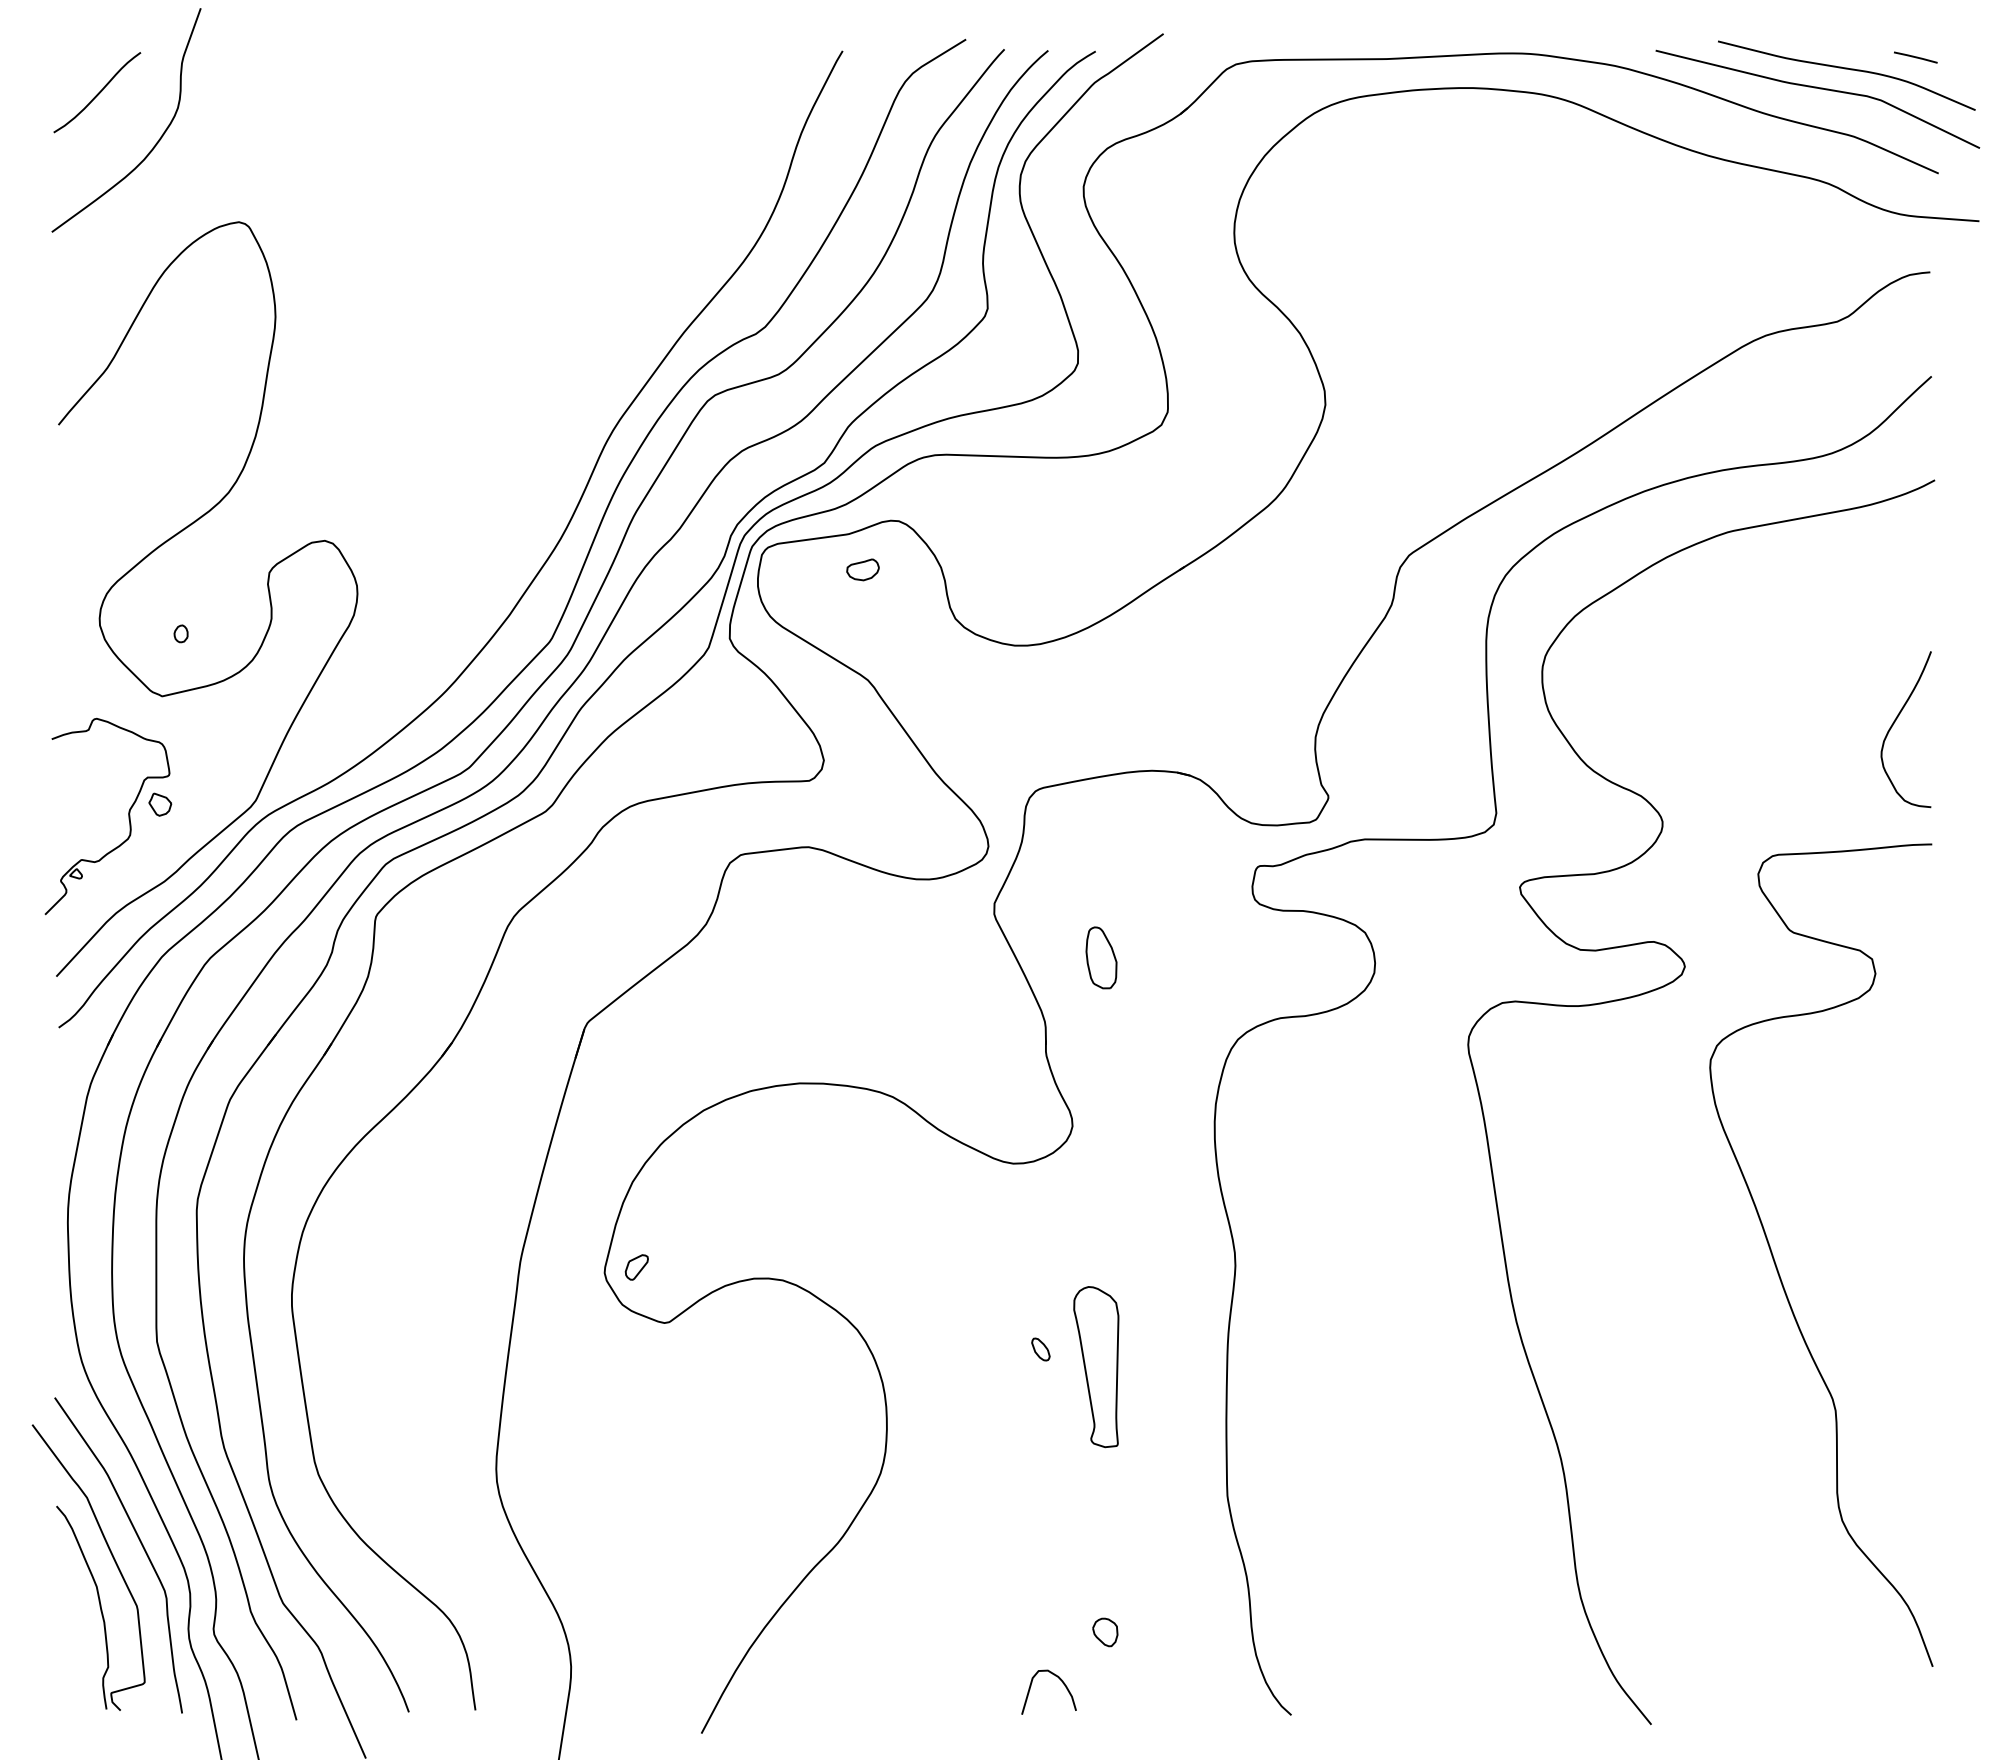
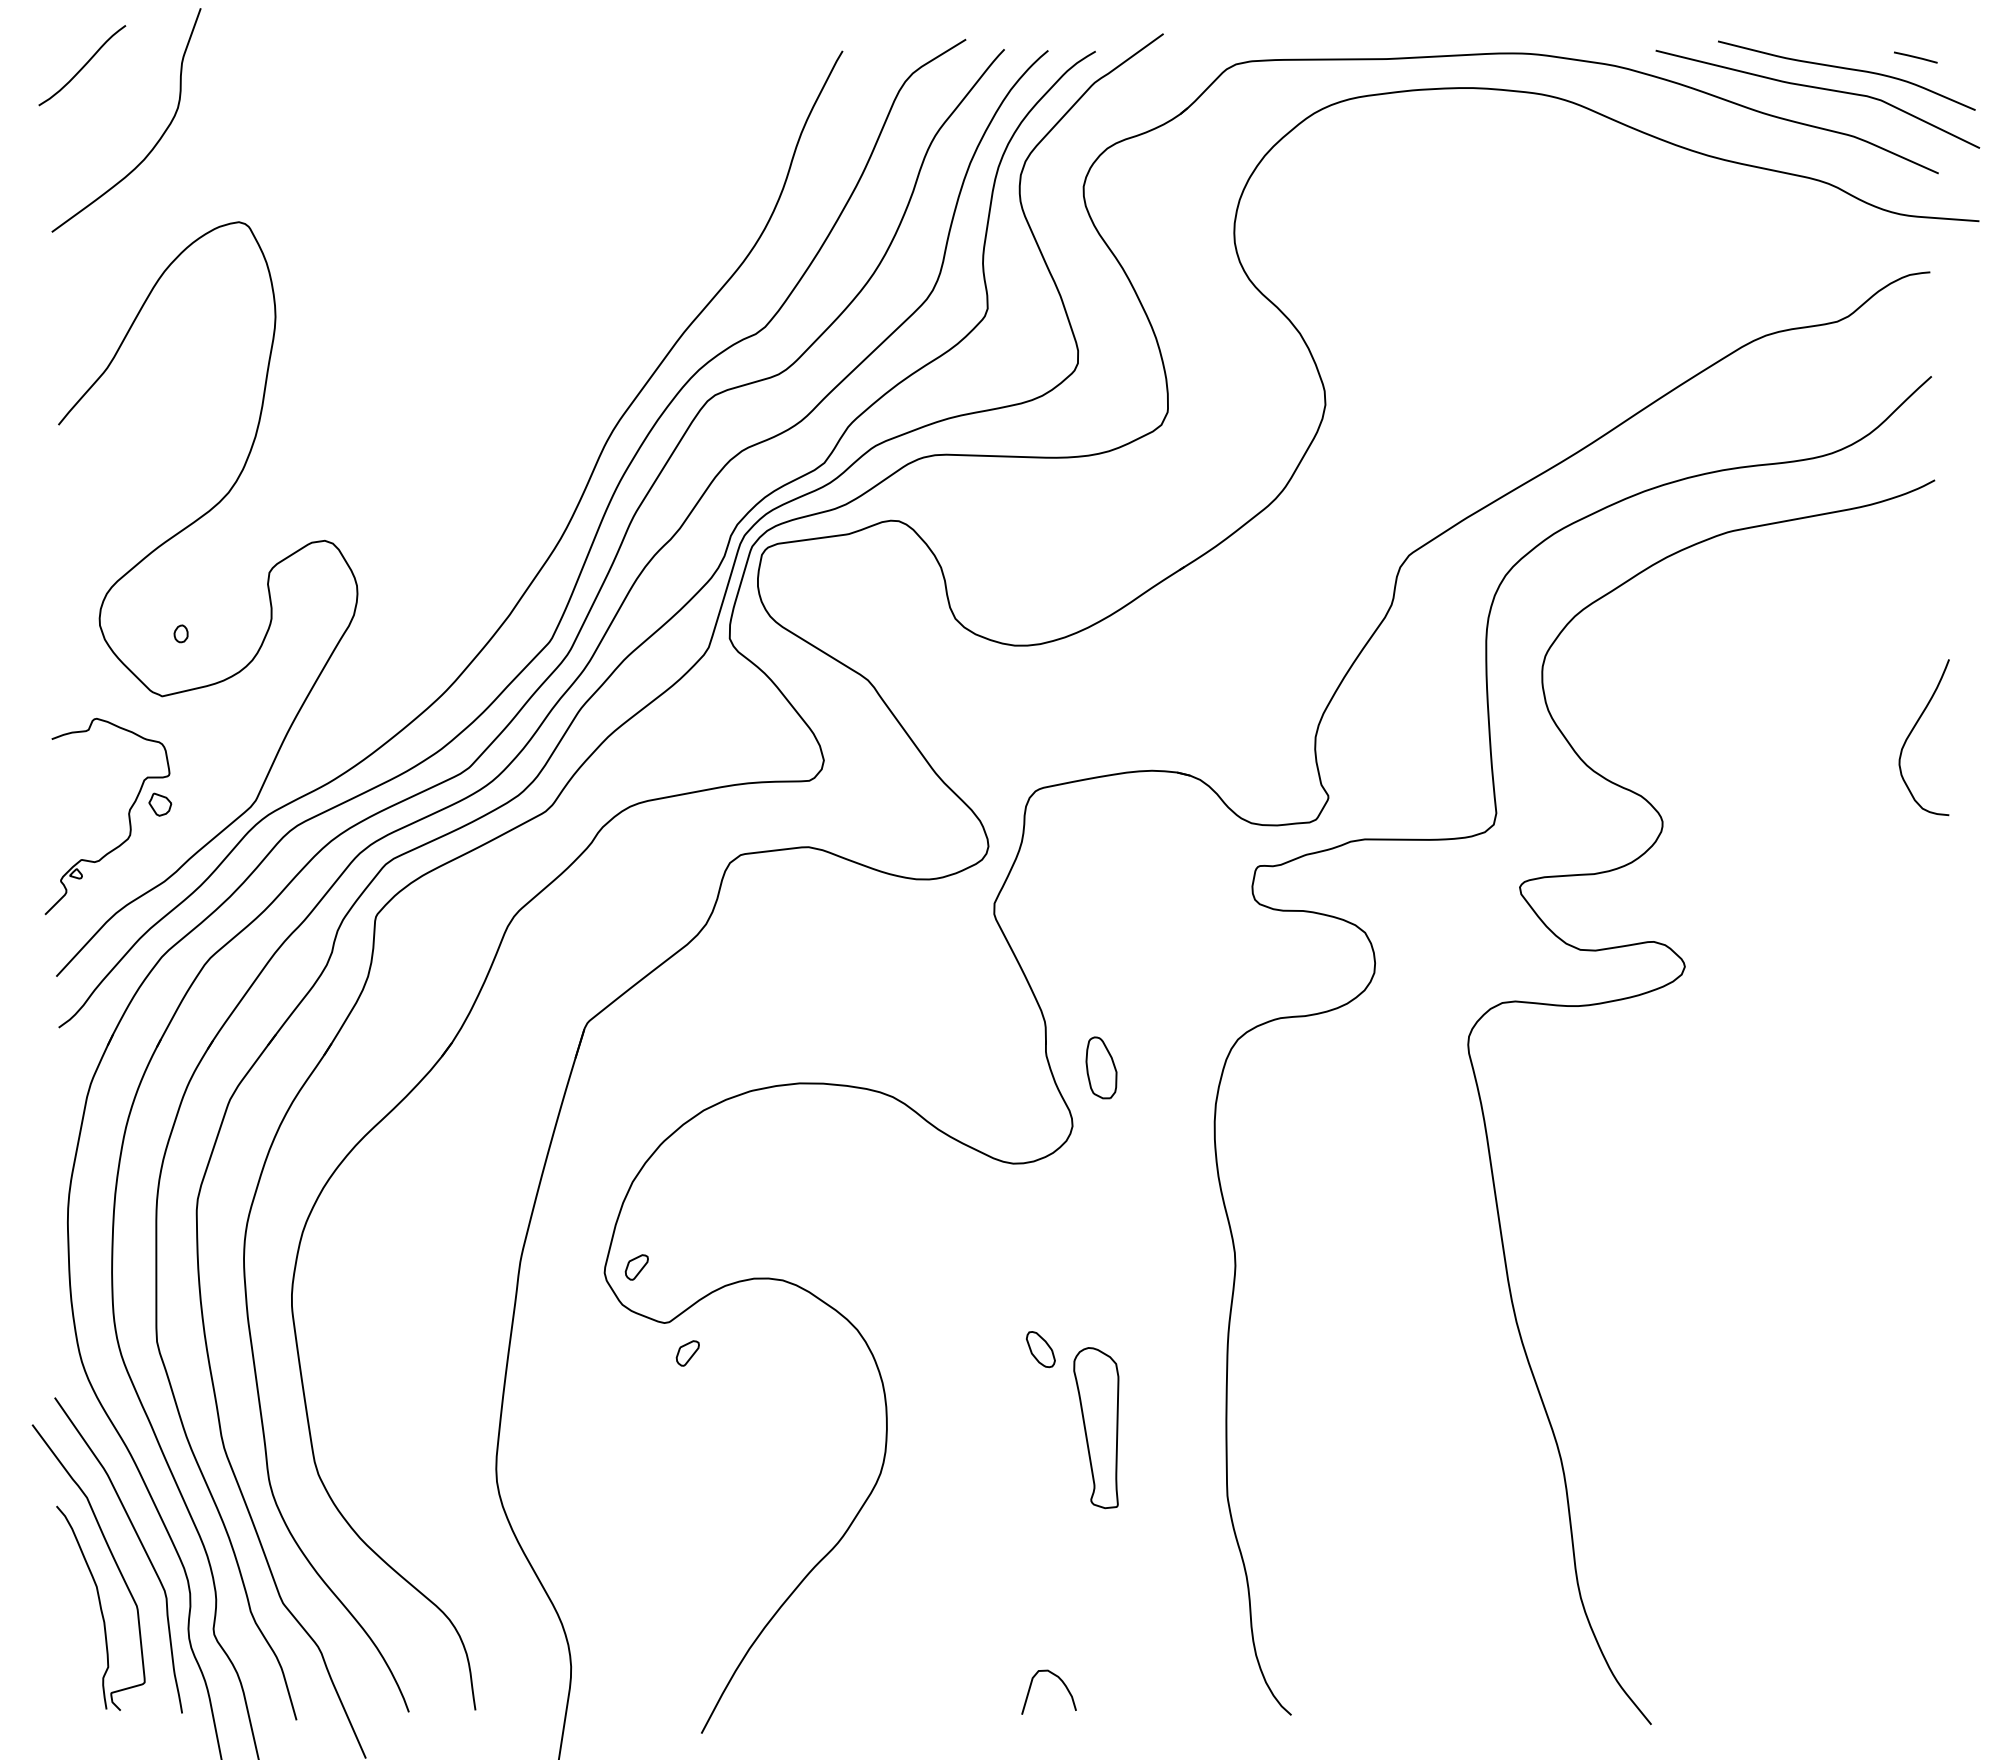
curve at (98, 92) position: (98, 92) -> (83, 65)
part at (862, 569): present -> none
curve at (1895, 722) position: (1895, 722) -> (1913, 730)
part at (1101, 957) position: (1101, 957) -> (1101, 1067)
curve at (1778, 1269): present -> none
part at (1040, 1349) size: 20x25 px -> 30x38 px
part at (687, 1353): none -> present
part at (1096, 1367) position: (1096, 1367) -> (1096, 1428)
part at (1105, 1632): present -> none
